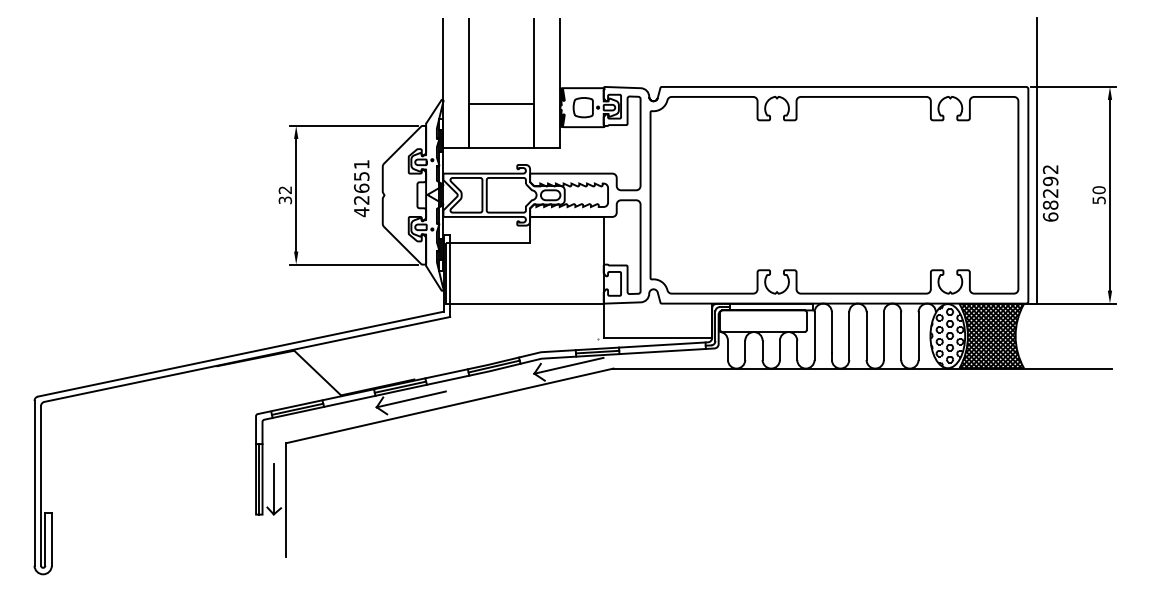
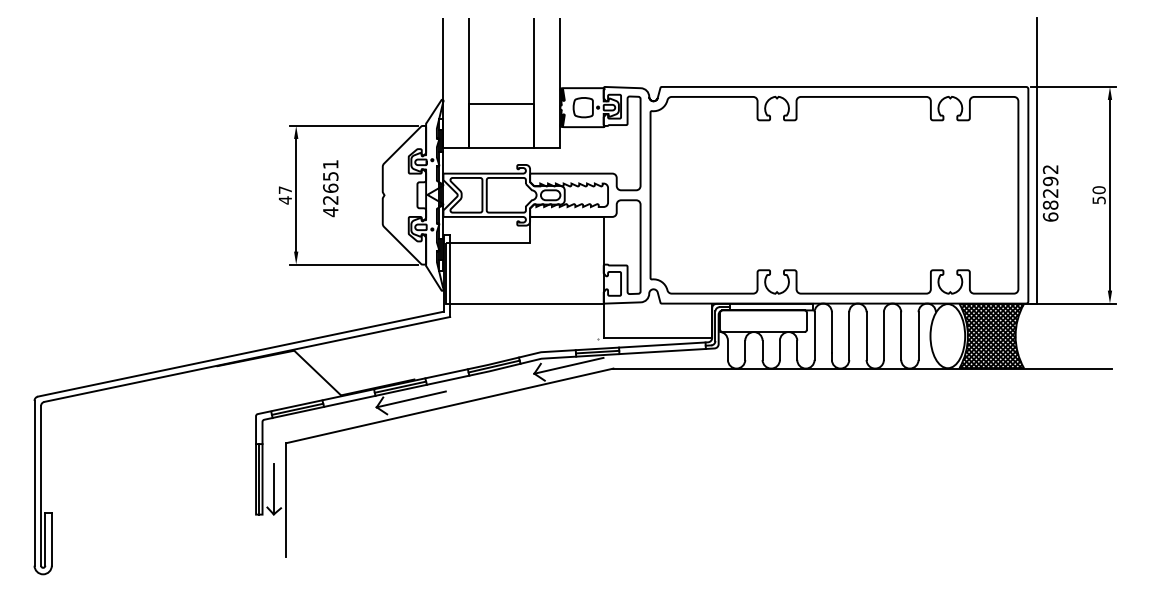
text at (361, 188) position: (361, 188) -> (330, 188)
text at (285, 195): 32 -> 47
hatch at (946, 335): present -> none
